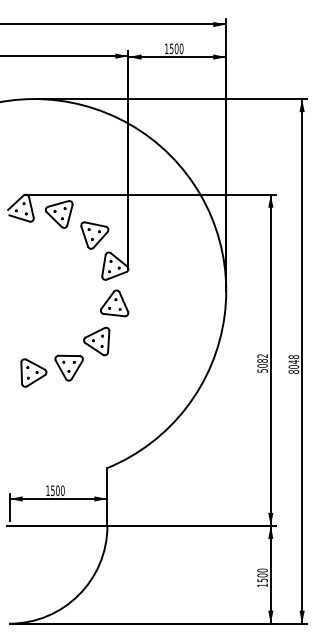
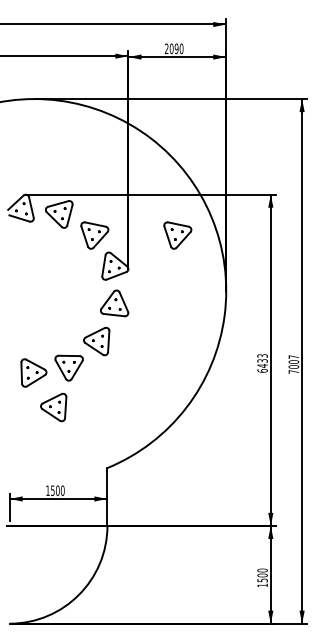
text at (171, 48): 1500 -> 2090
part at (177, 235): none -> present
text at (262, 363): 5082 -> 6433
text at (293, 364): 8048 -> 7007
part at (53, 407): none -> present
